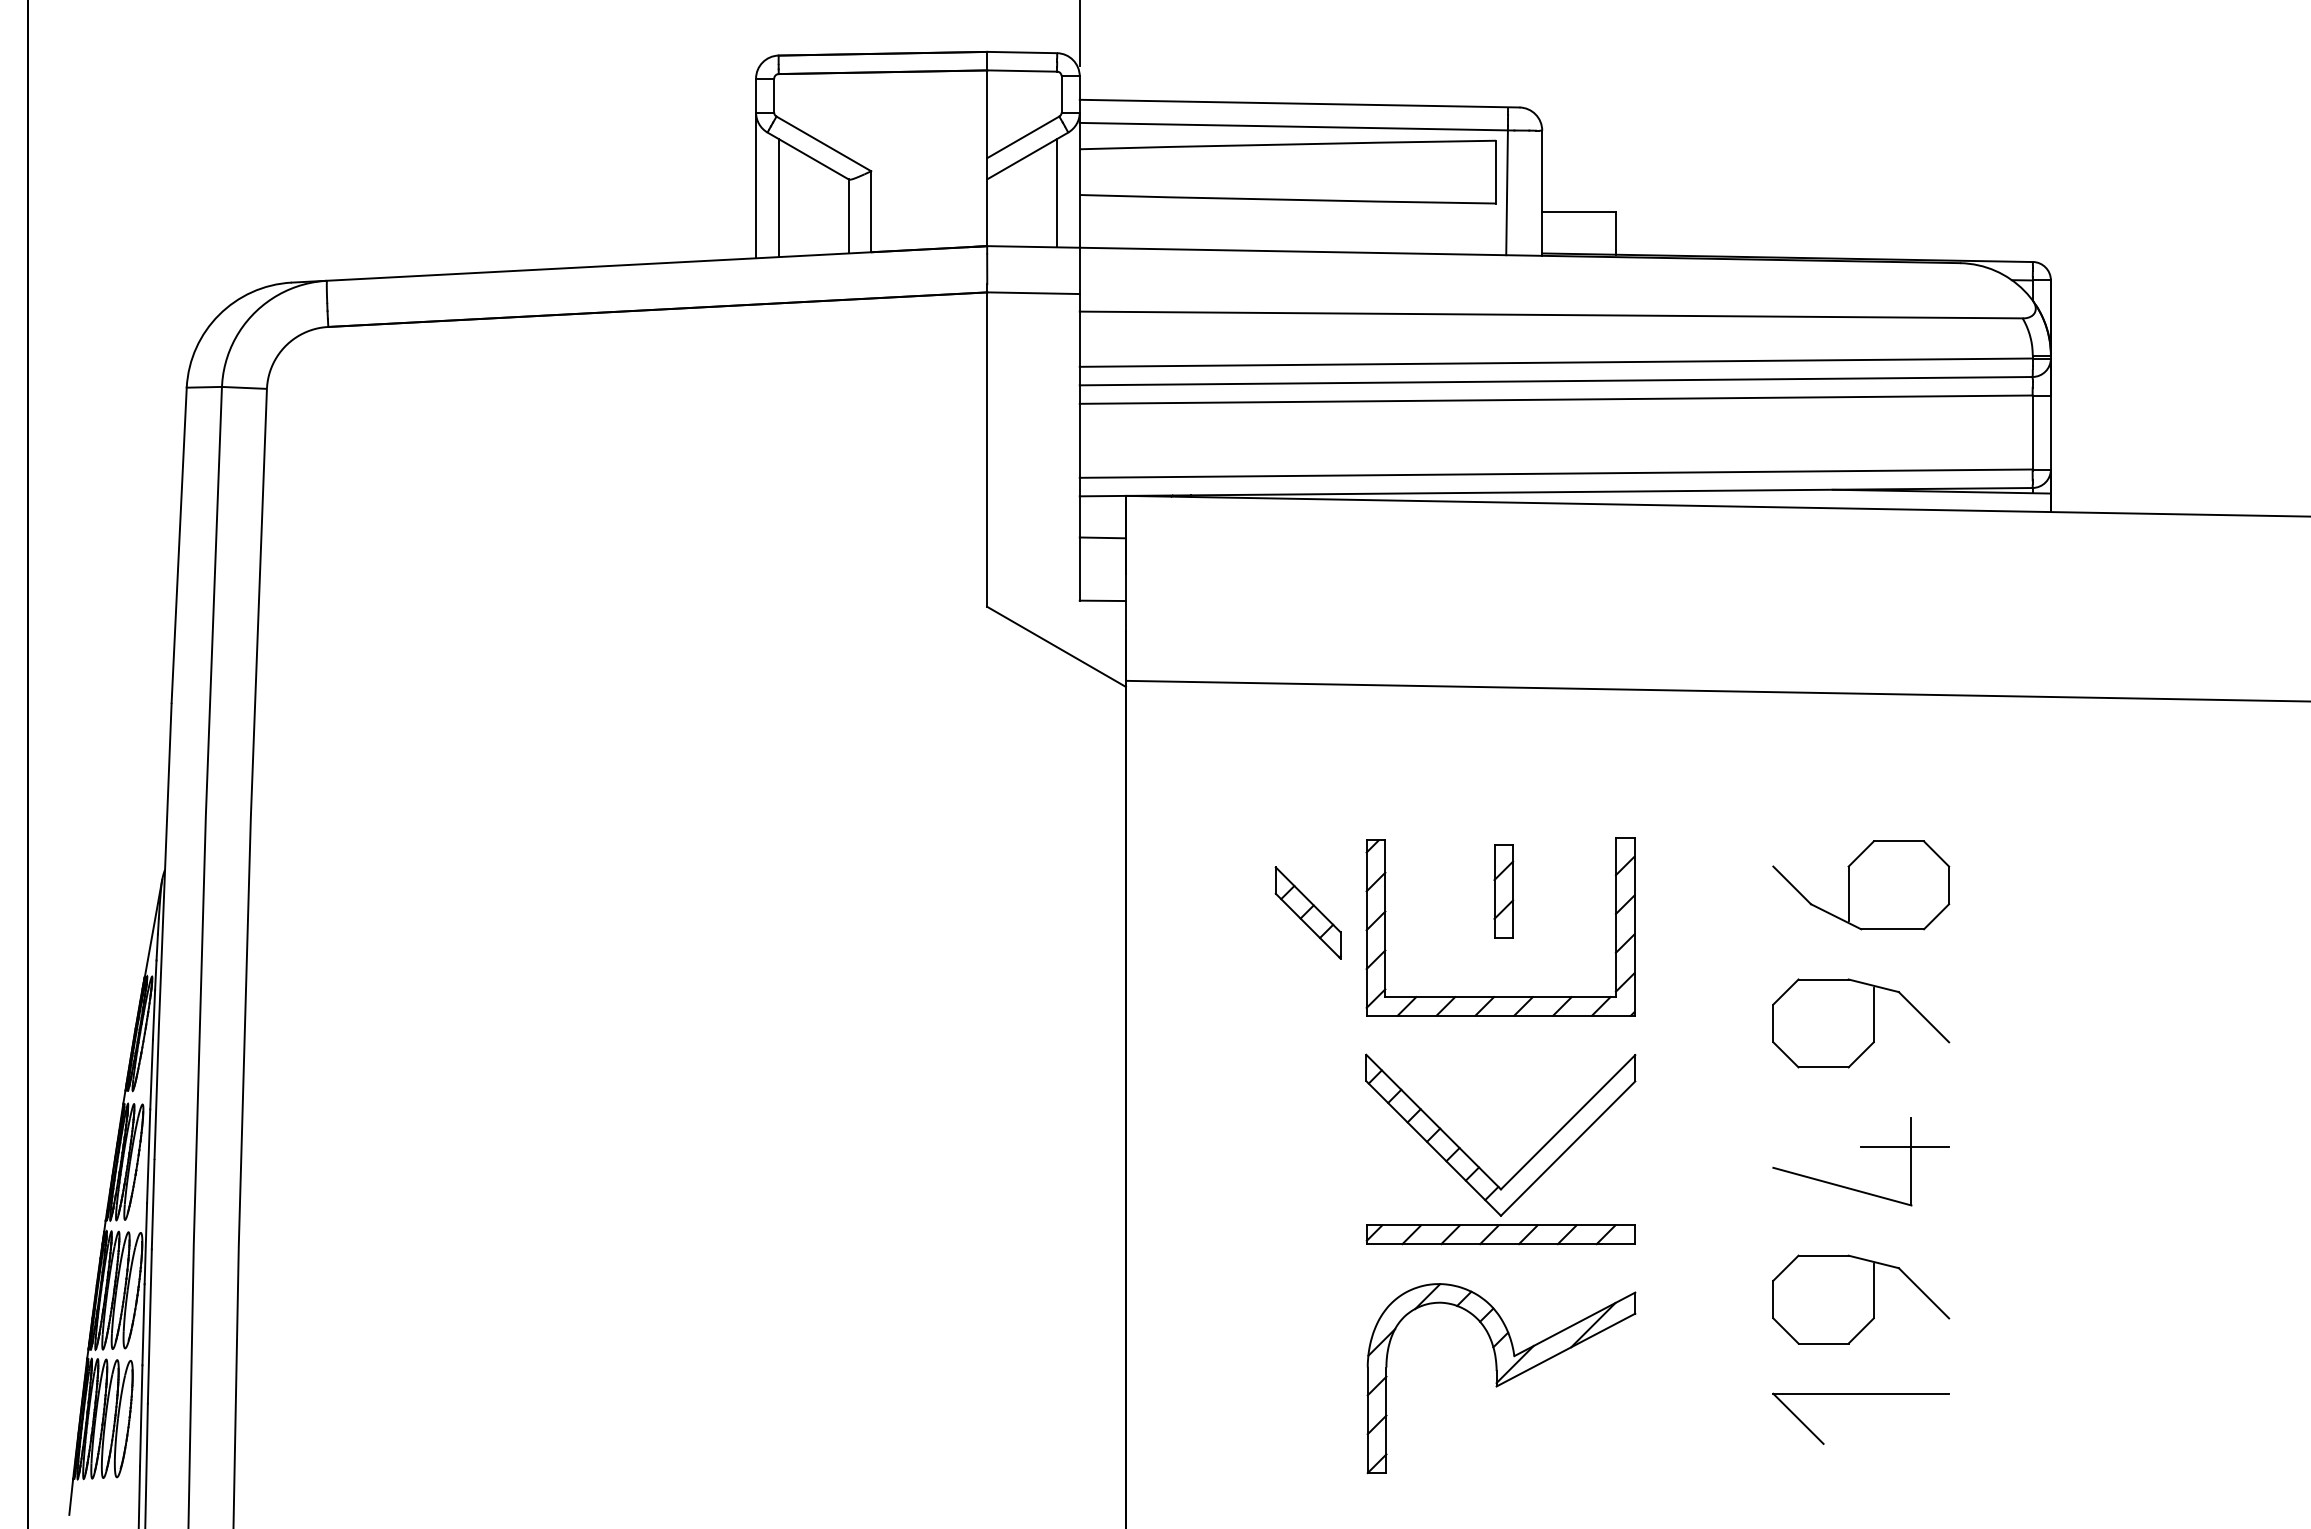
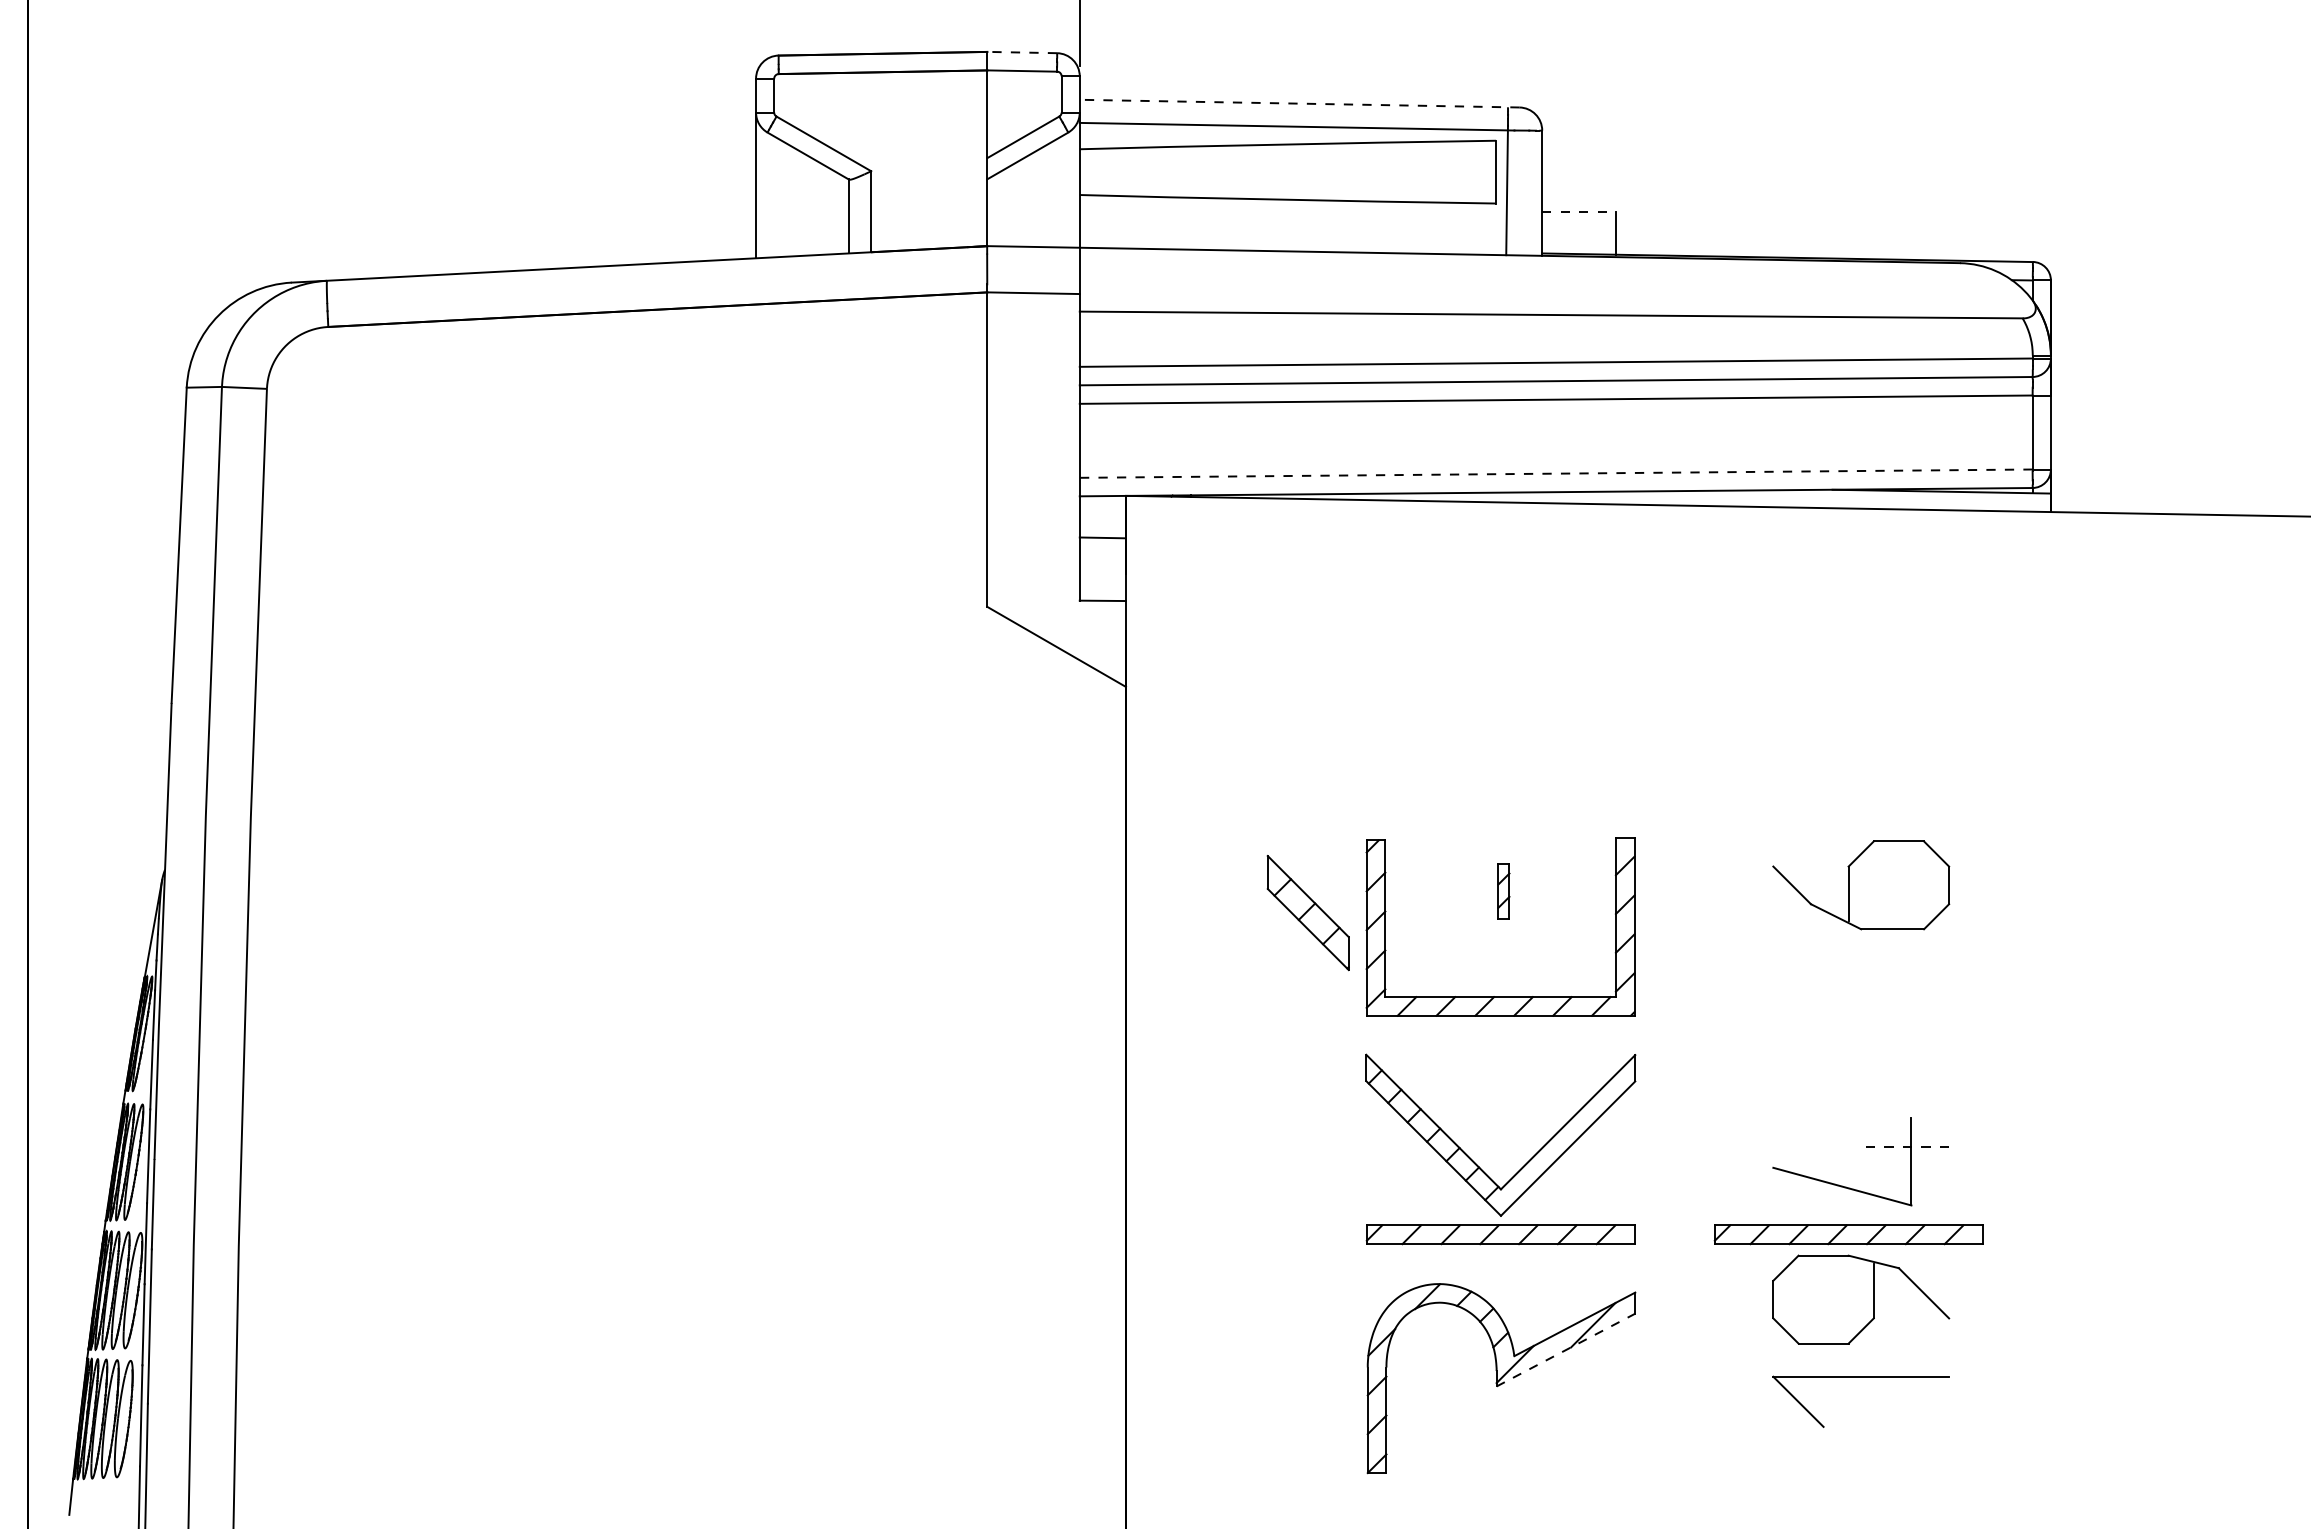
line at (1022, 52): solid -> dashed
line at (1299, 103): solid -> dashed
line at (1057, 193): present -> none
line at (778, 198): present -> none
line at (1579, 212): solid -> dashed
line at (1555, 473): solid -> dashed
line at (1716, 690): present -> none
part at (1503, 891) size: 22x95 px -> 14x57 px
part at (1307, 912) size: 68x94 px -> 84x117 px
part at (1861, 1023): present -> none
line at (1905, 1146): solid -> dashed
part at (1848, 1234): none -> present
line at (1566, 1349): solid -> dashed
part at (1860, 1394) position: (1860, 1394) -> (1860, 1377)
